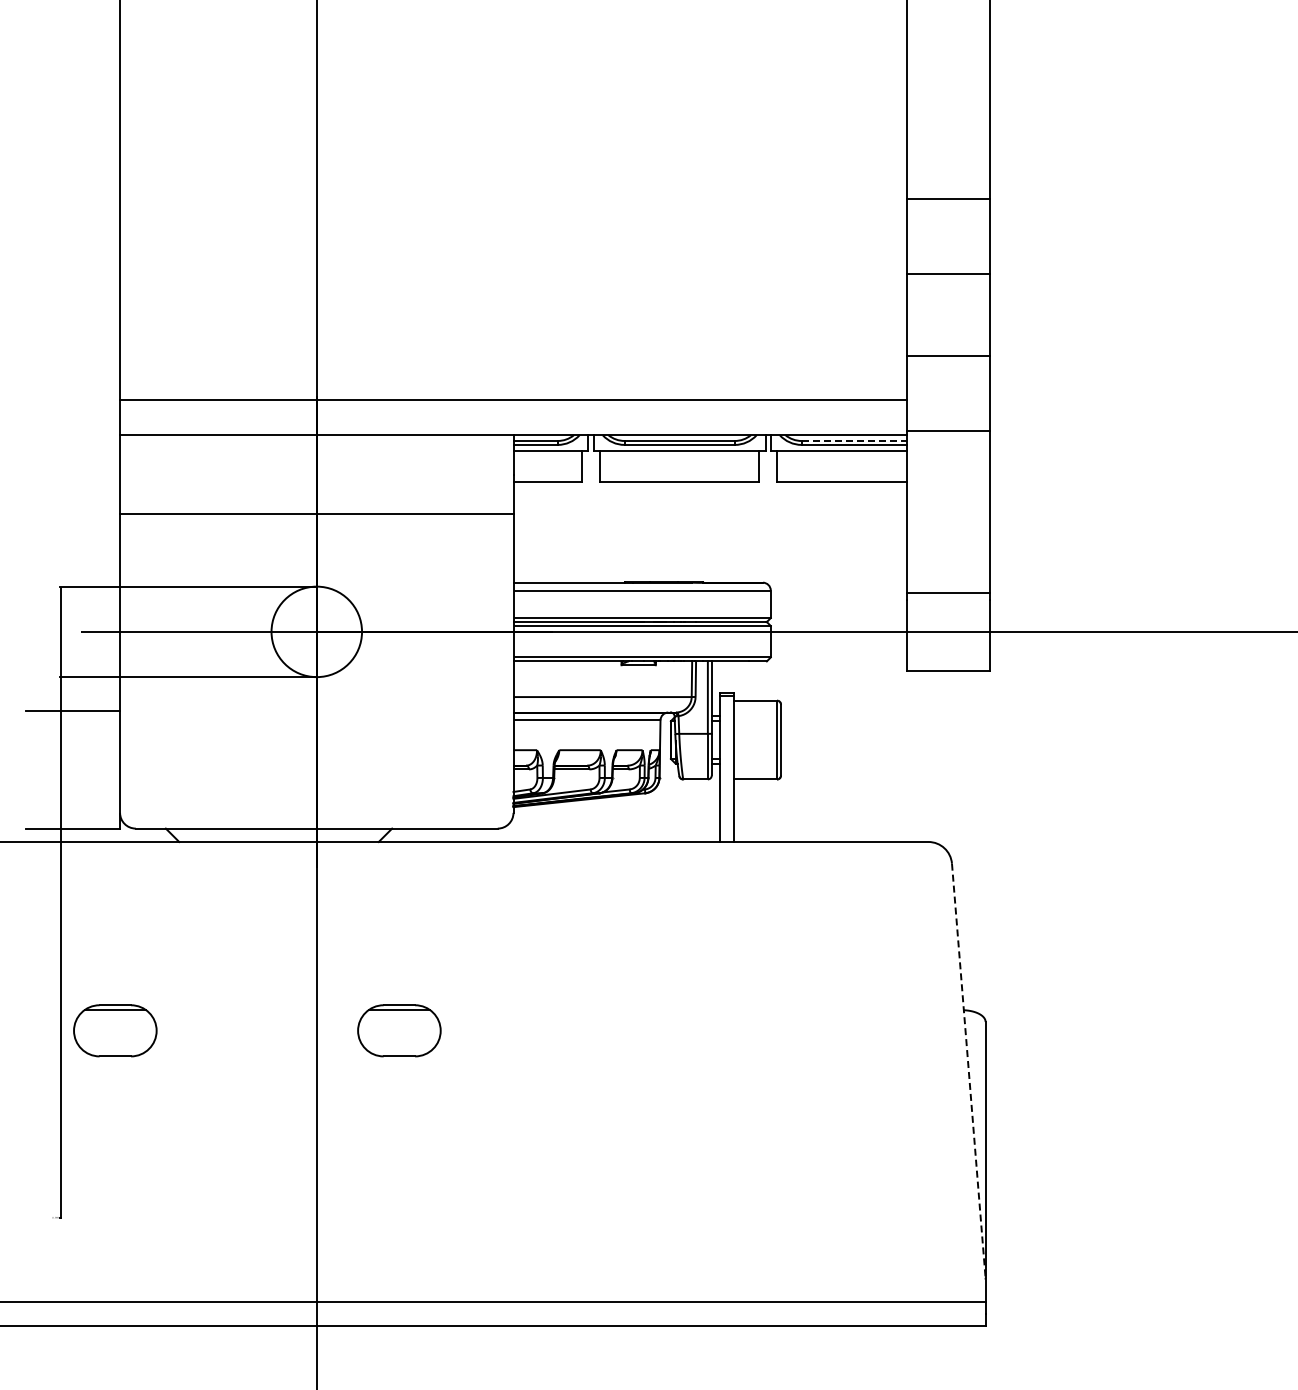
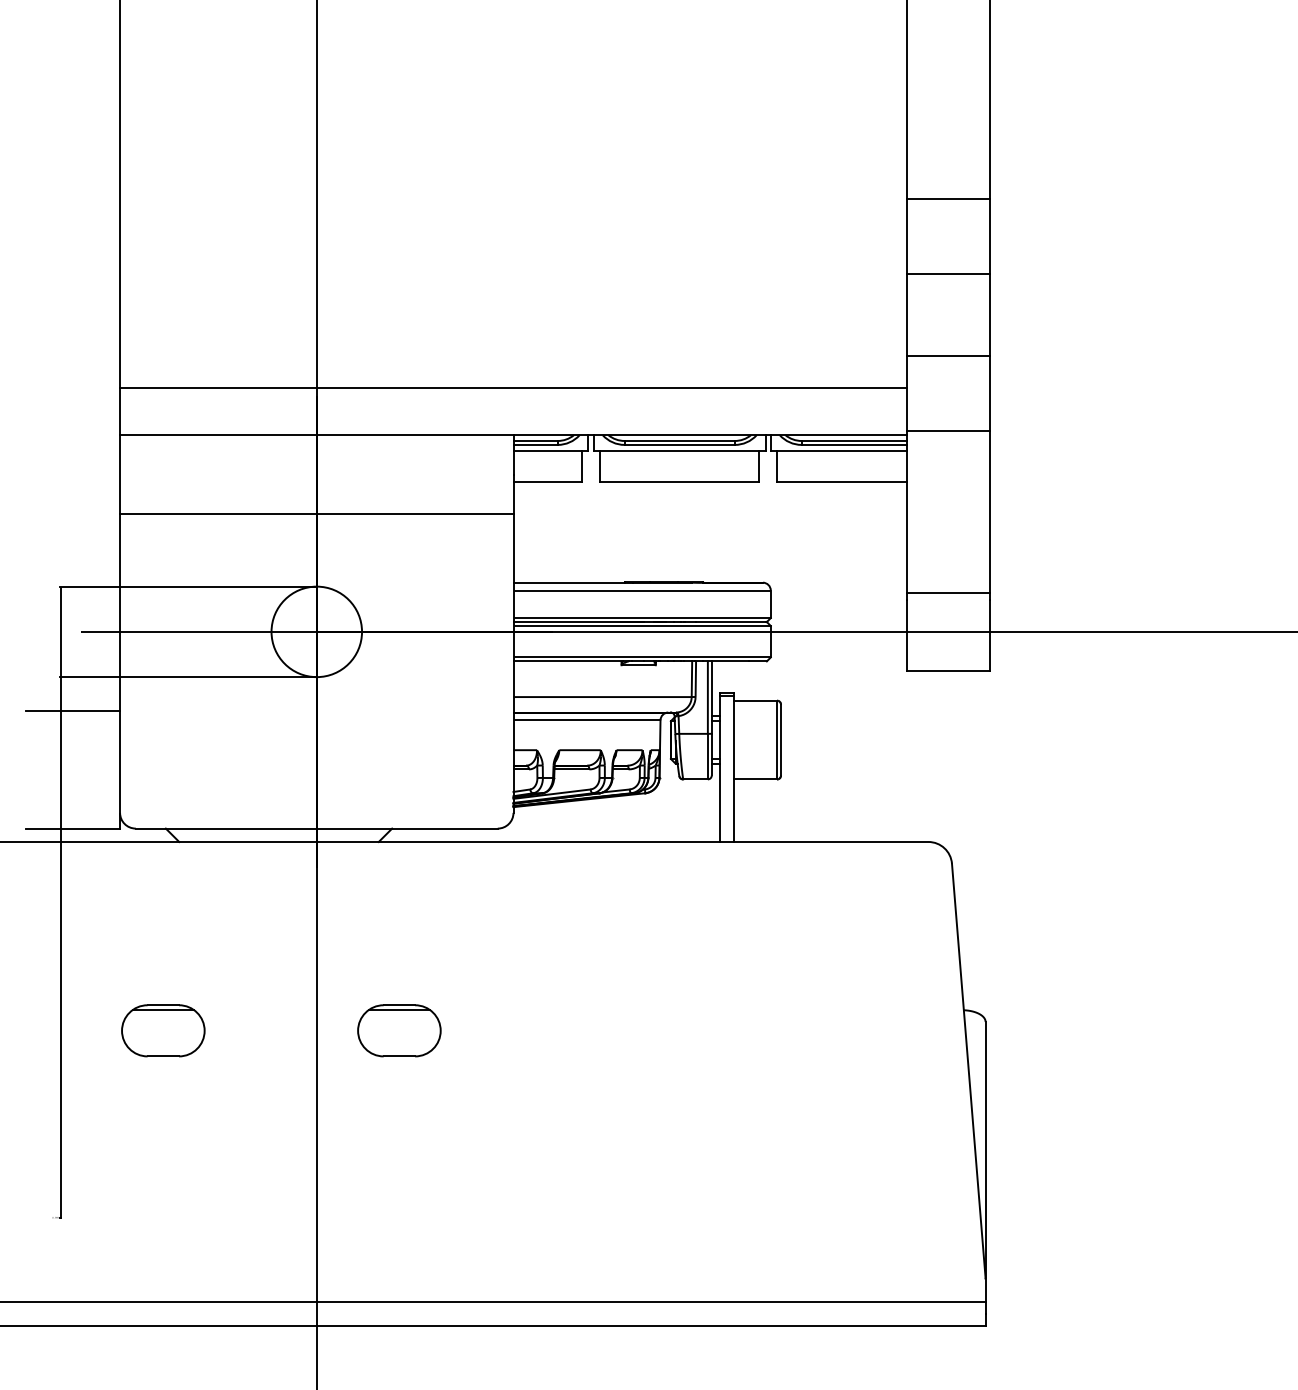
line at (513, 399) position: (513, 399) -> (513, 387)
line at (854, 440): dashed -> solid
part at (115, 1030) position: (115, 1030) -> (163, 1030)
line at (968, 1070): dashed -> solid
